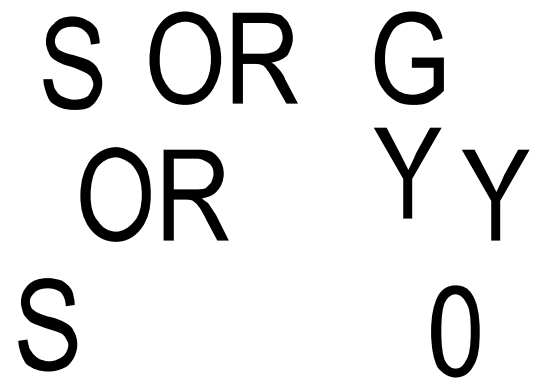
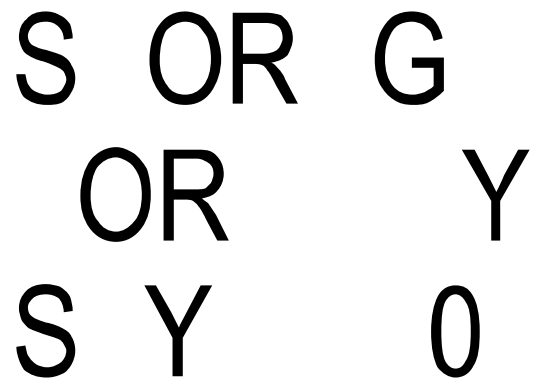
part at (72, 62) position: (72, 62) -> (45, 57)
part at (407, 172): present -> none
part at (47, 324) position: (47, 324) -> (45, 330)
fill at (178, 330): none -> present
